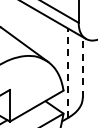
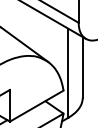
line at (82, 66): dashed -> solid
line at (68, 73): dashed -> solid
